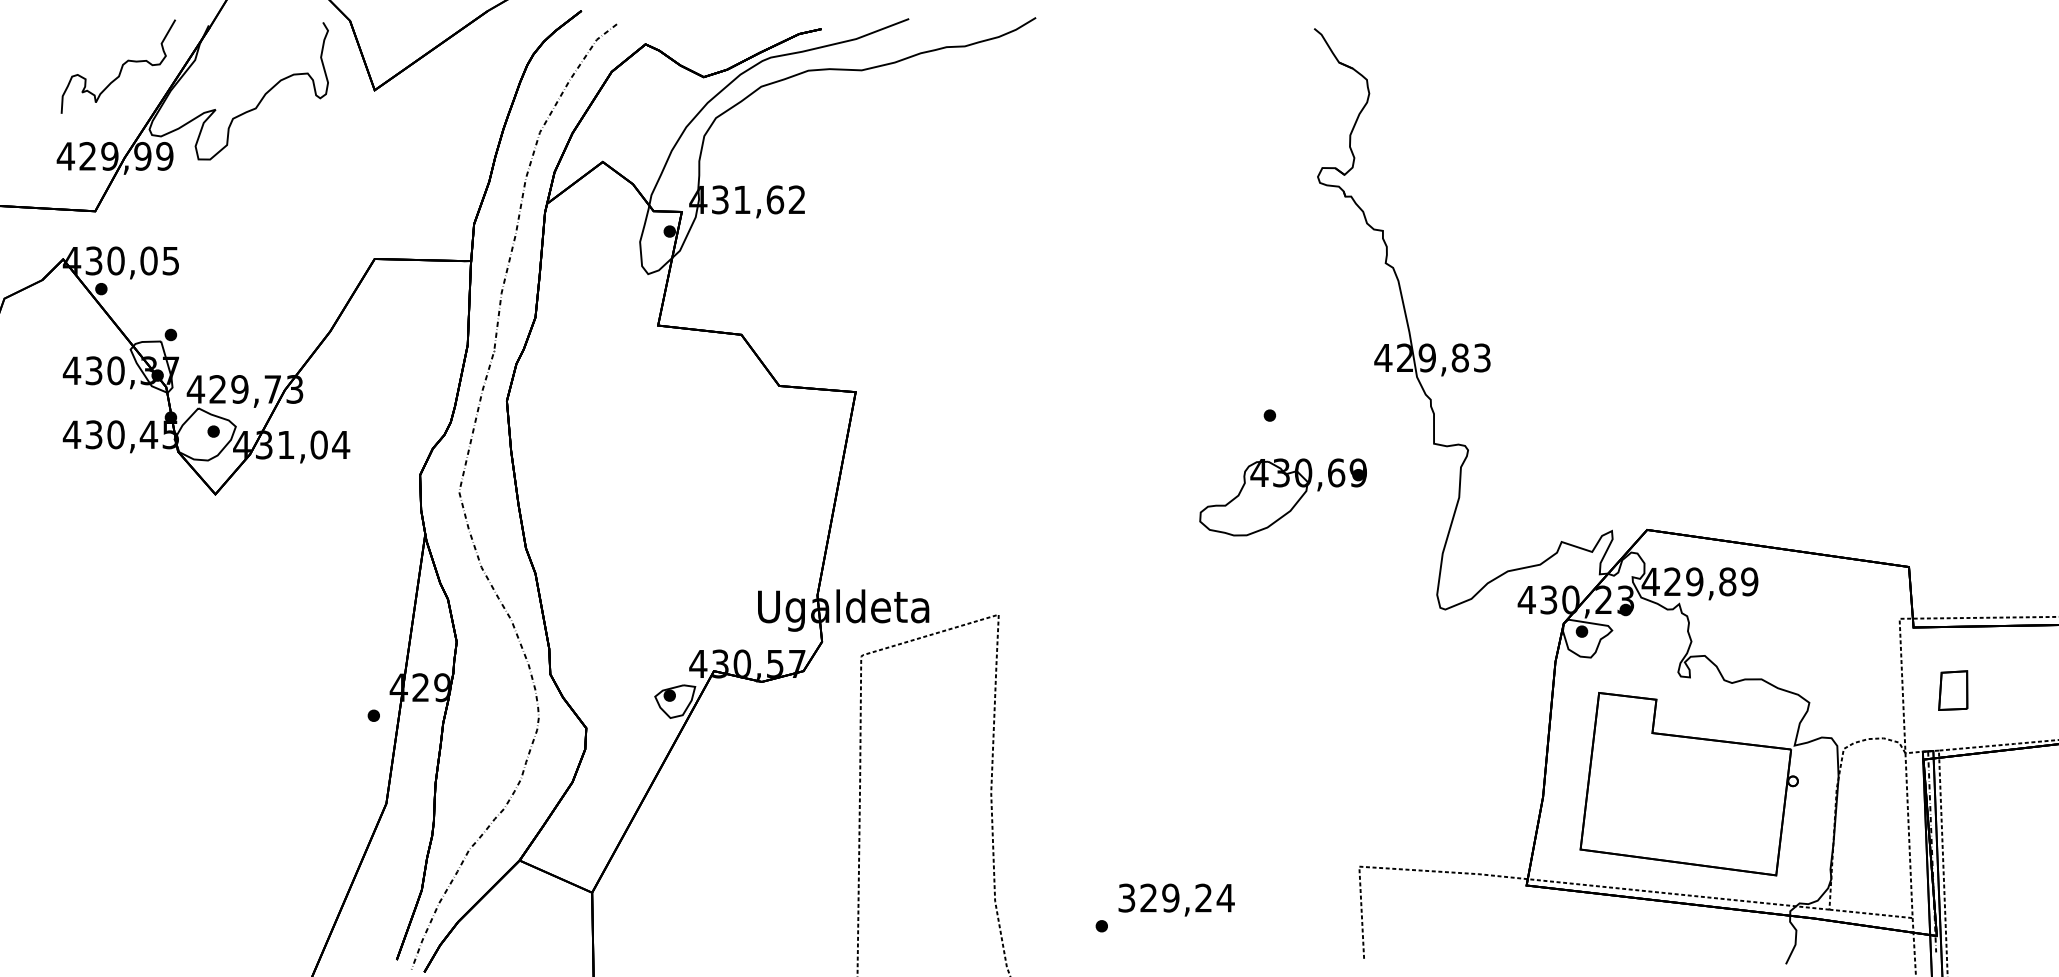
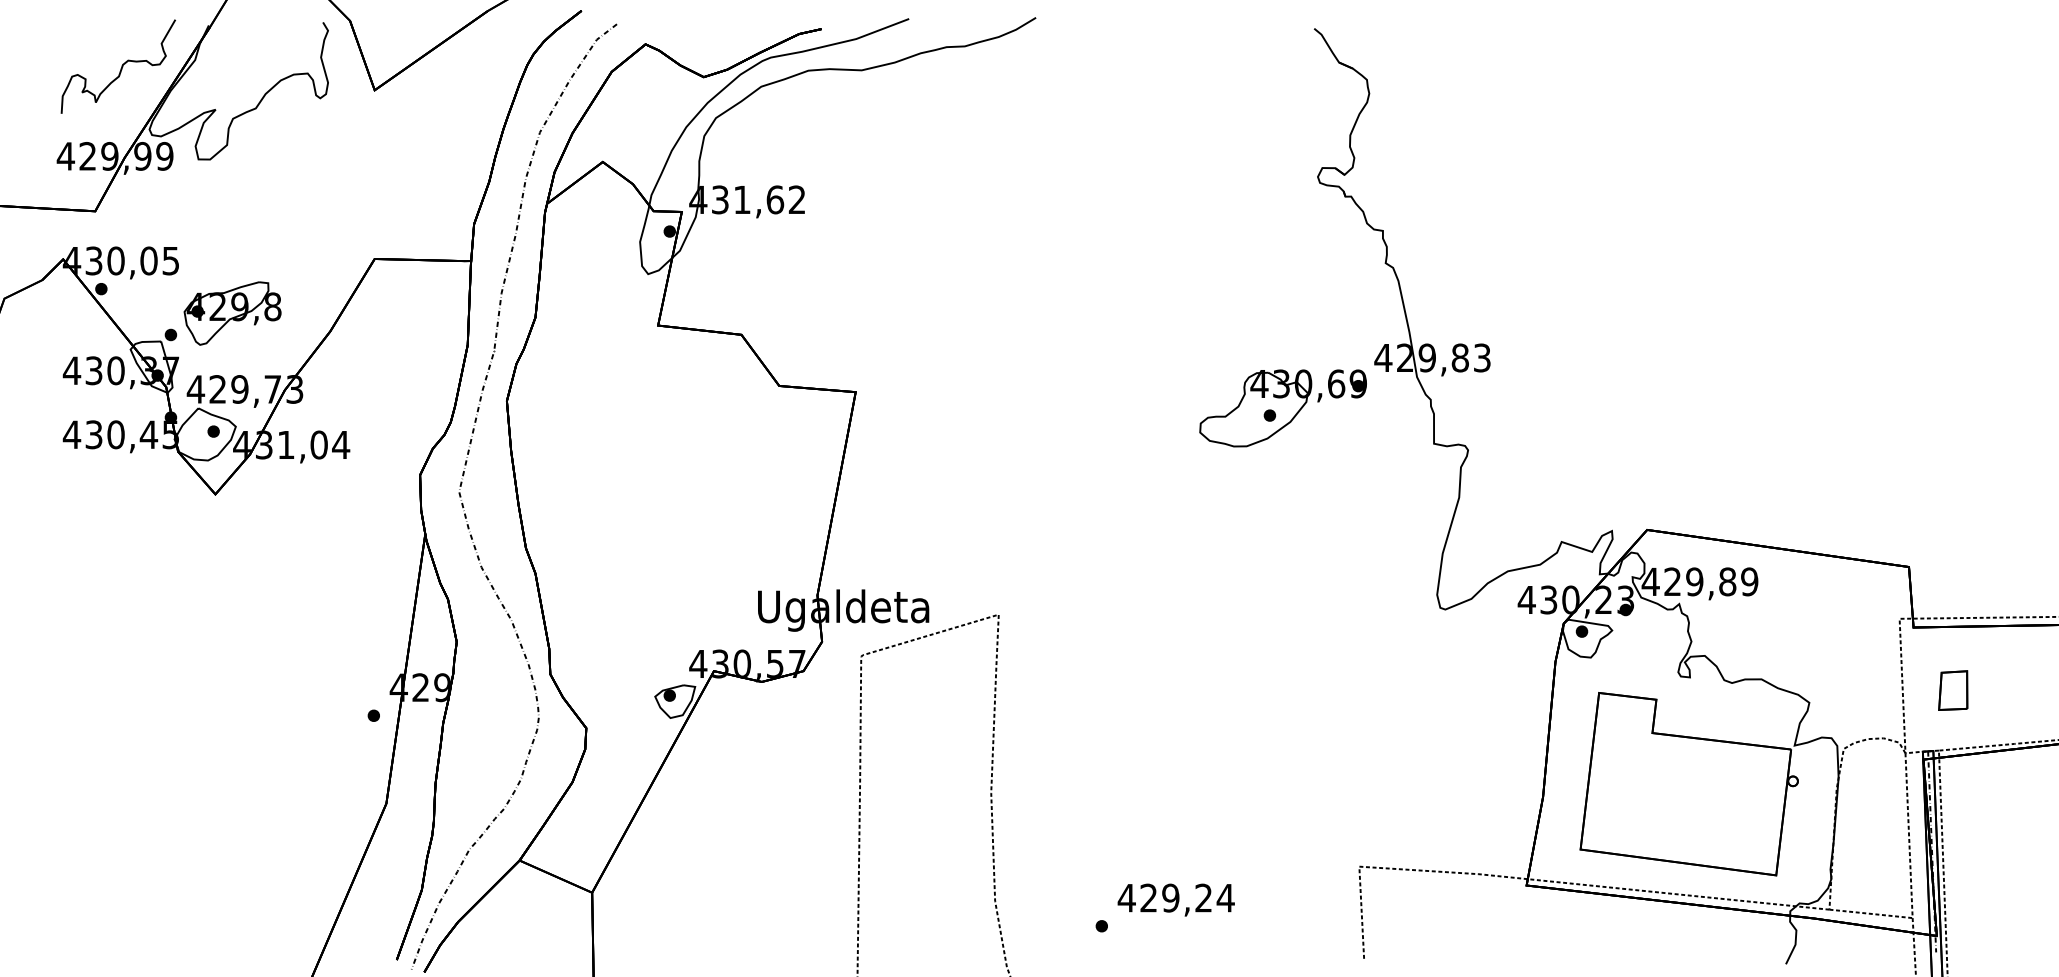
part at (232, 313): none -> present
part at (1282, 497) position: (1282, 497) -> (1282, 408)
text at (1126, 897): 329,24 -> 429,24
